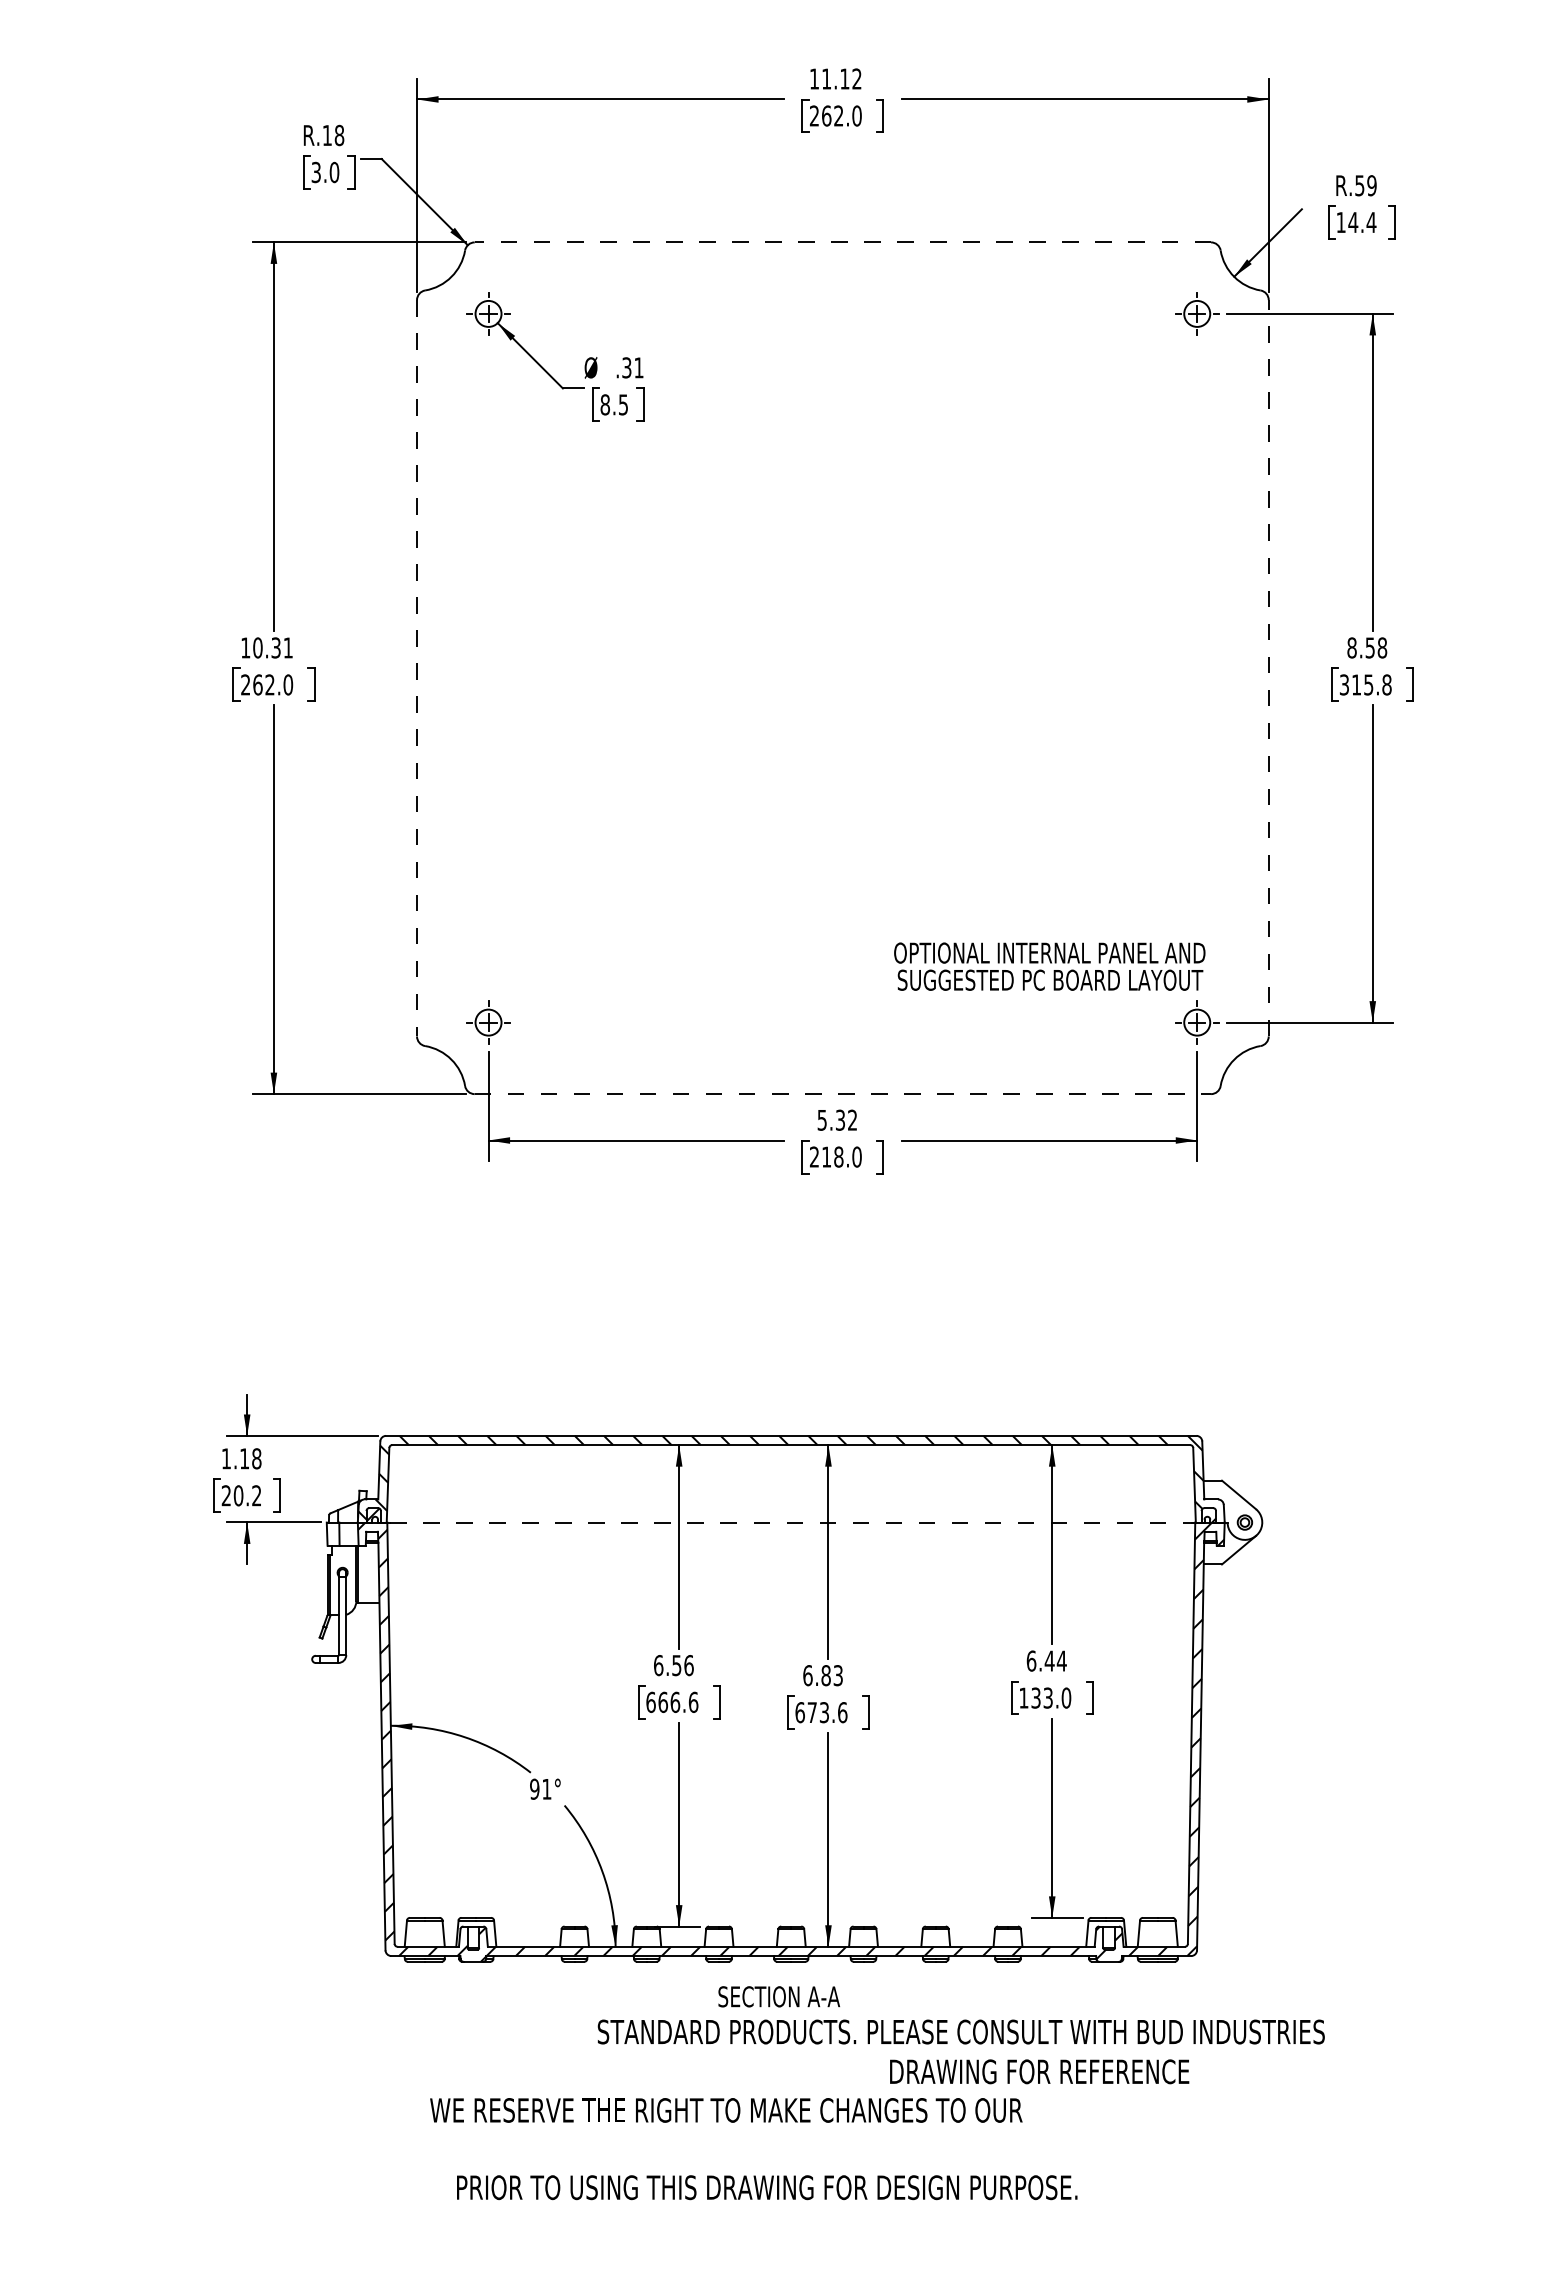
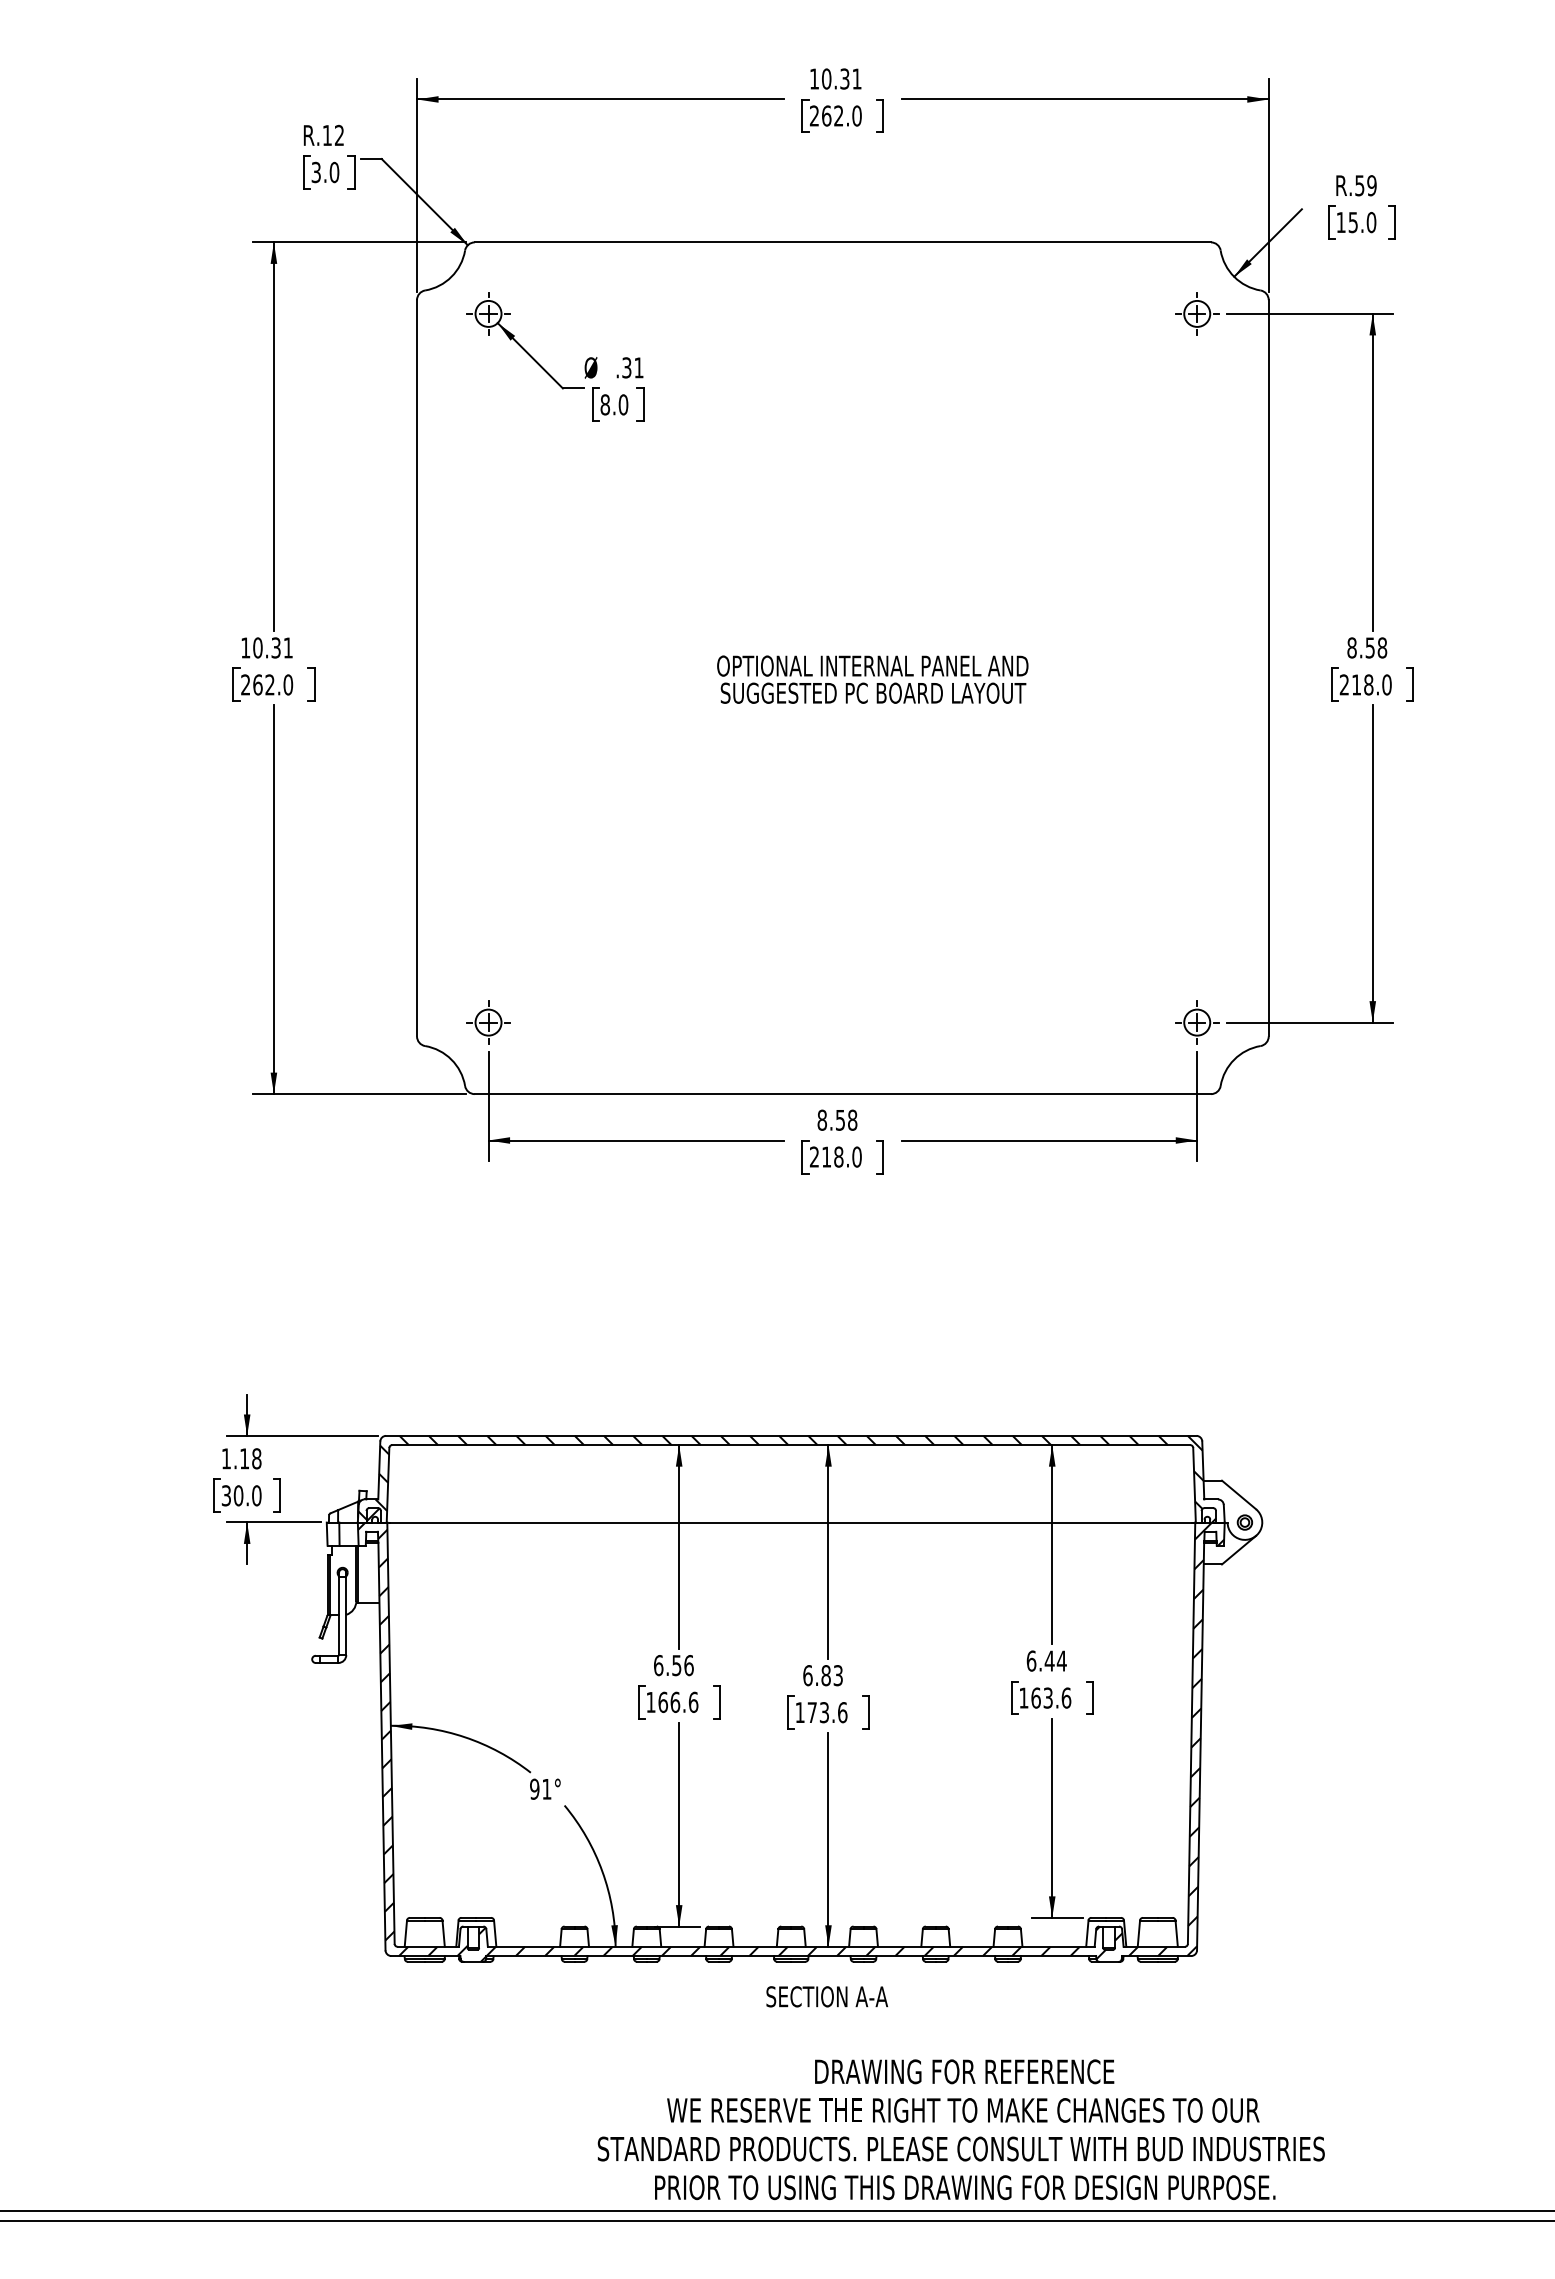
text at (841, 78): 11.12 -> 10.31
text at (339, 135): R.18 -> R.12
text at (1362, 222): 14.4 -> 15.0
line at (842, 242): dashed -> solid
text at (623, 404): 8.5 -> 8.0
line at (1268, 667): dashed -> solid
line at (417, 668): dashed -> solid
text at (1365, 684): 315.8 -> 218.0
text at (1049, 966) position: (1049, 966) -> (872, 679)
line at (843, 1094): dashed -> solid
text at (837, 1119): 5.32 -> 8.58
text at (241, 1495): 20.2 -> 30.0
line at (791, 1522): dashed -> solid
text at (1051, 1697): 133.0 -> 163.6
text at (650, 1701): 666.6 -> 166.6
text at (799, 1712): 673.6 -> 173.6
text at (778, 1996) position: (778, 1996) -> (826, 1996)
text at (960, 2031) position: (960, 2031) -> (960, 2148)
text at (1039, 2071) position: (1039, 2071) -> (964, 2071)
text at (726, 2110) position: (726, 2110) -> (963, 2110)
text at (767, 2187) position: (767, 2187) -> (965, 2187)
line at (776, 2210): none -> present
line at (776, 2220): none -> present
